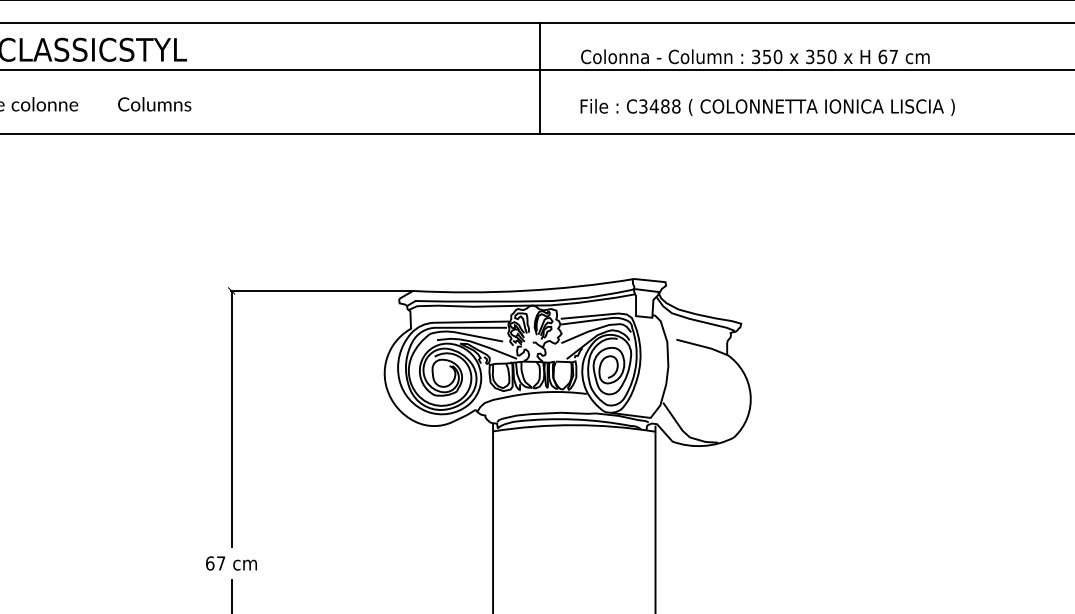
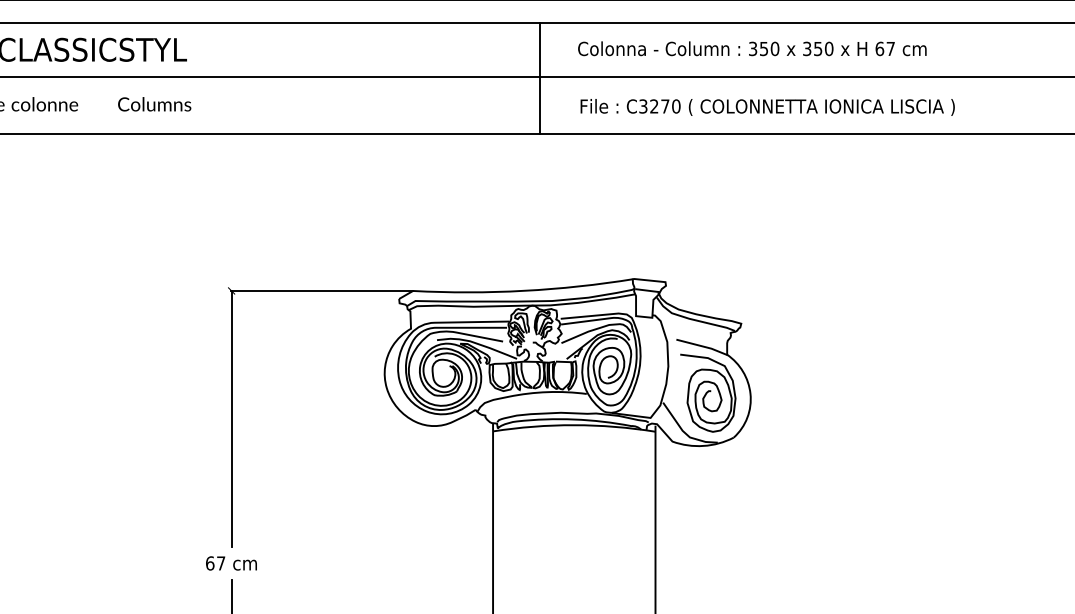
text at (755, 56) position: (755, 56) -> (752, 48)
line at (536, 70) position: (536, 70) -> (536, 77)
text at (664, 106): C3488 -> C3270
curve at (708, 392): none -> present
